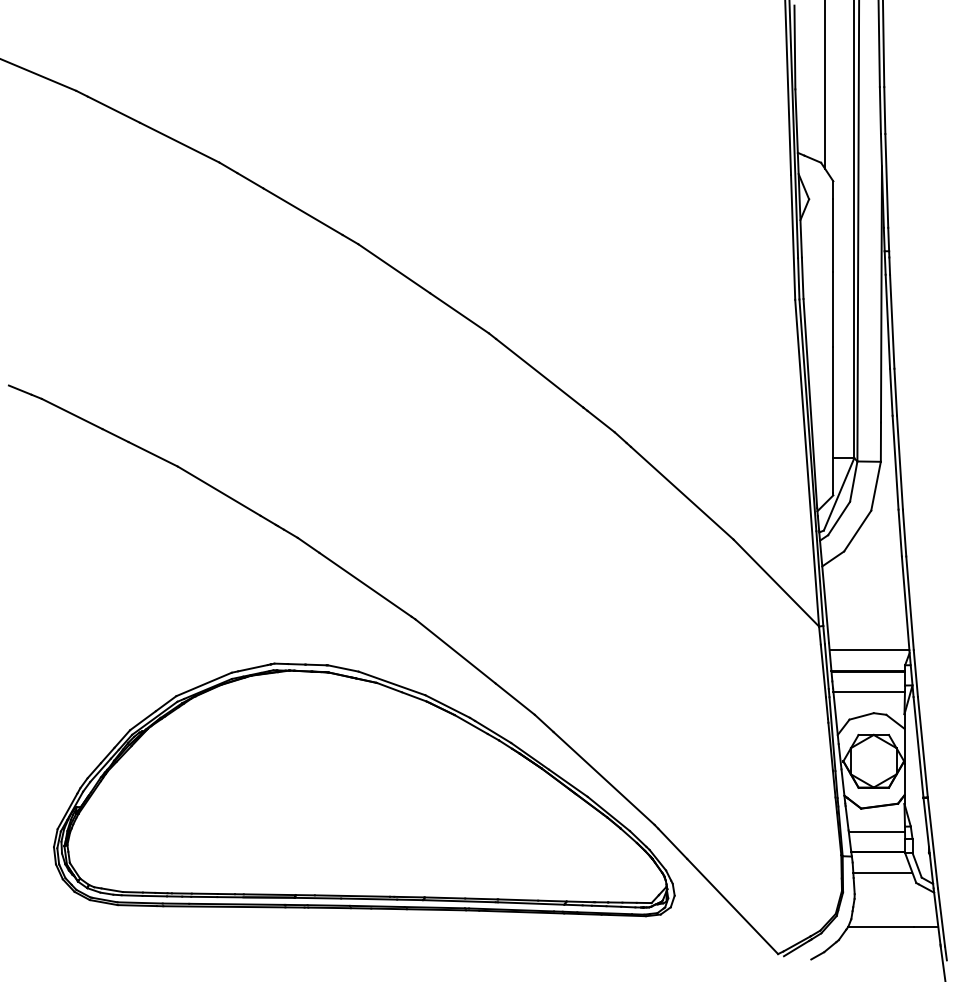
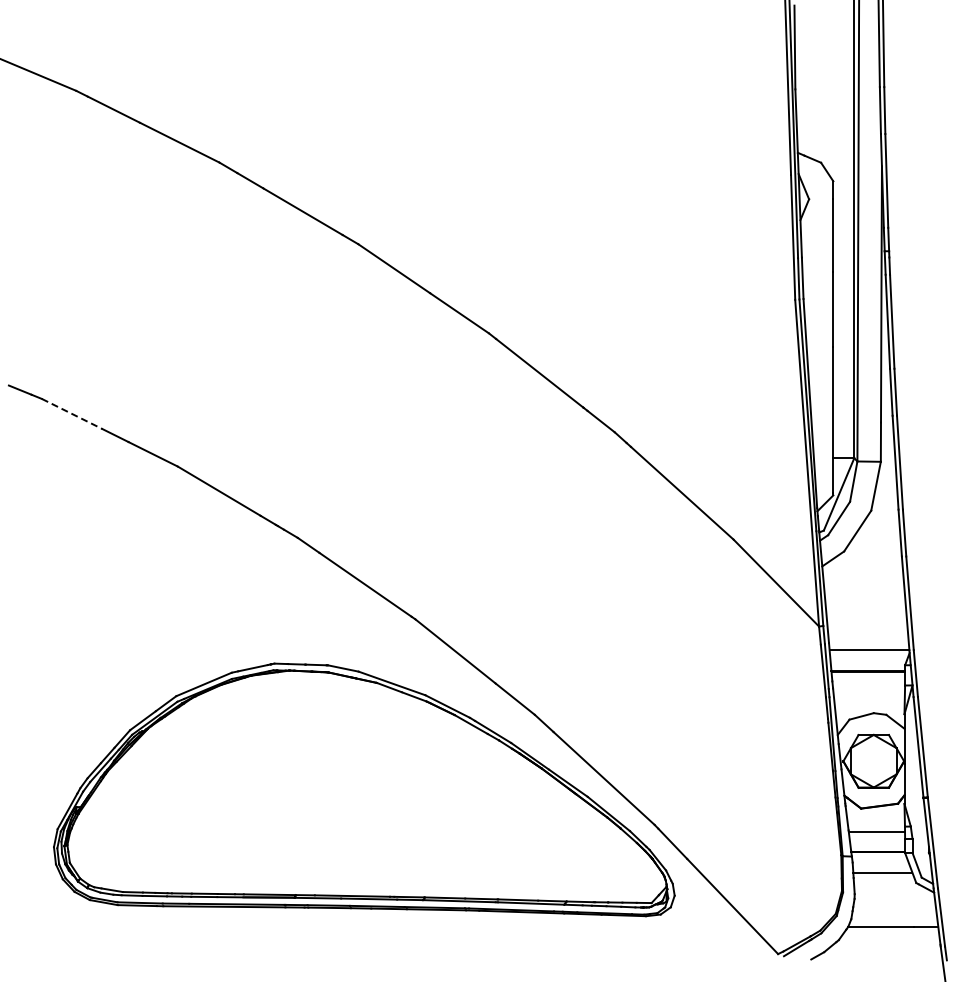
line at (825, 85): present -> none
line at (72, 414): solid -> dashed
line at (868, 691): present -> none
